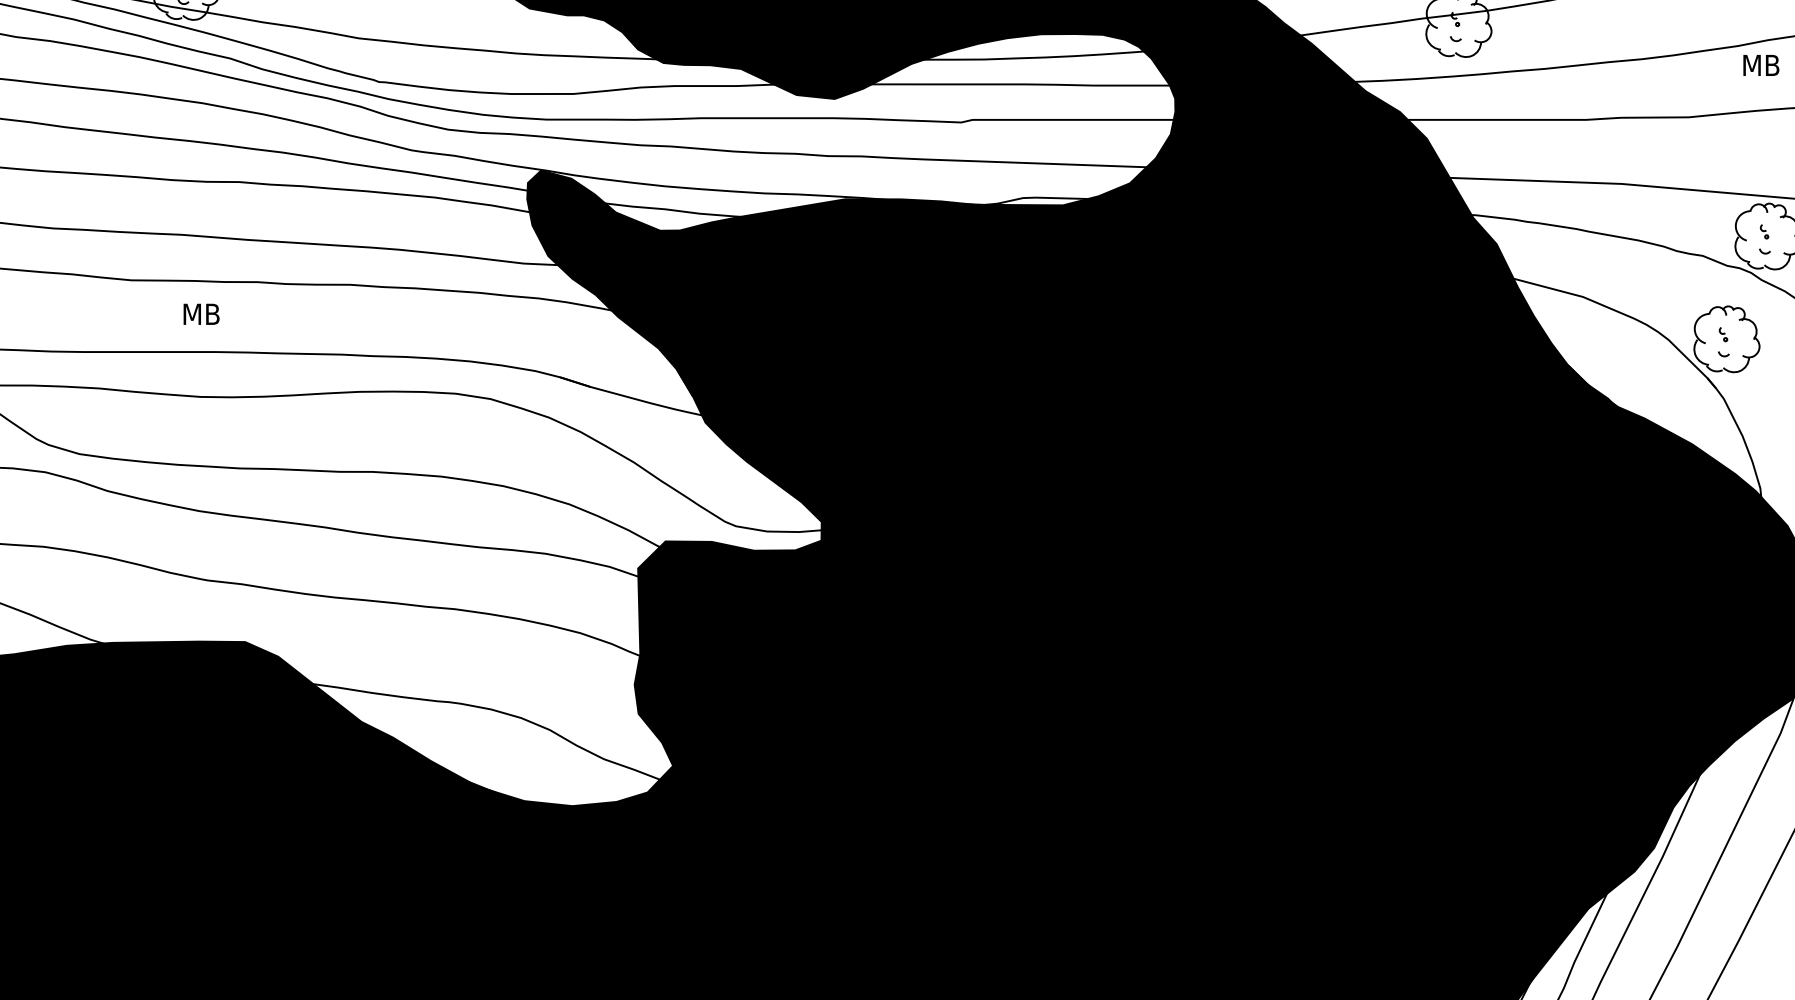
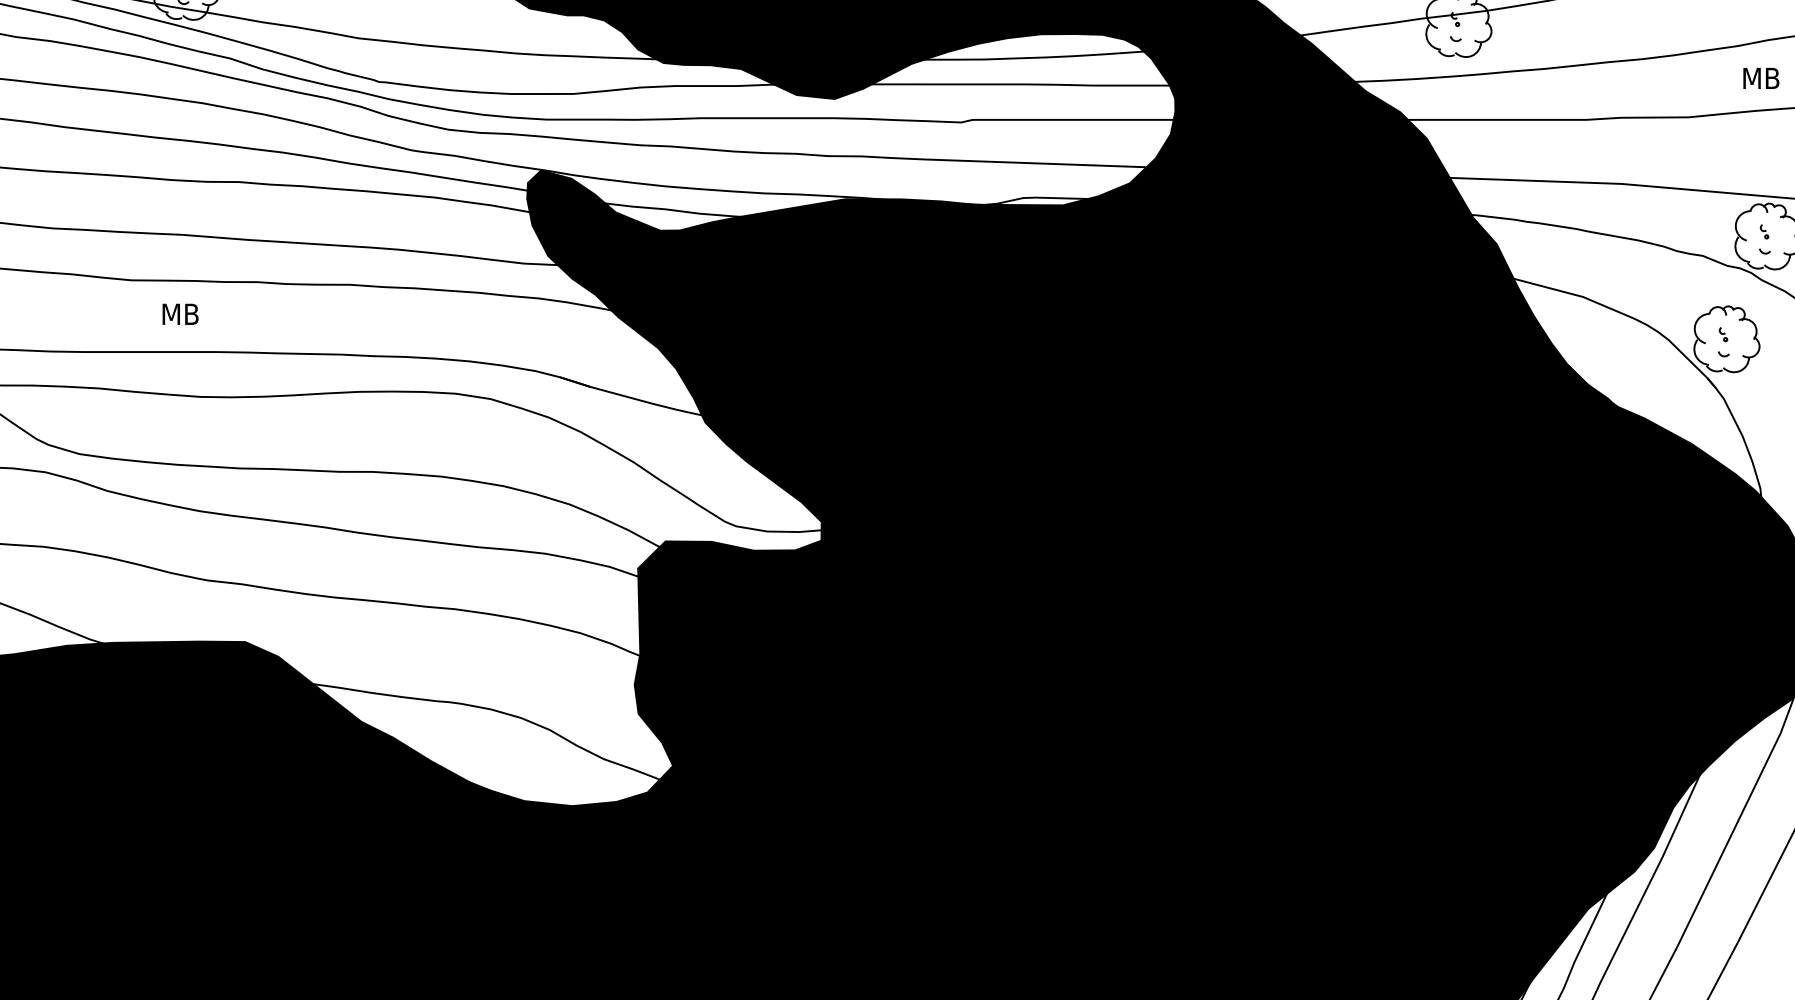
text at (1761, 65) position: (1761, 65) -> (1761, 78)
text at (201, 313) position: (201, 313) -> (180, 313)
